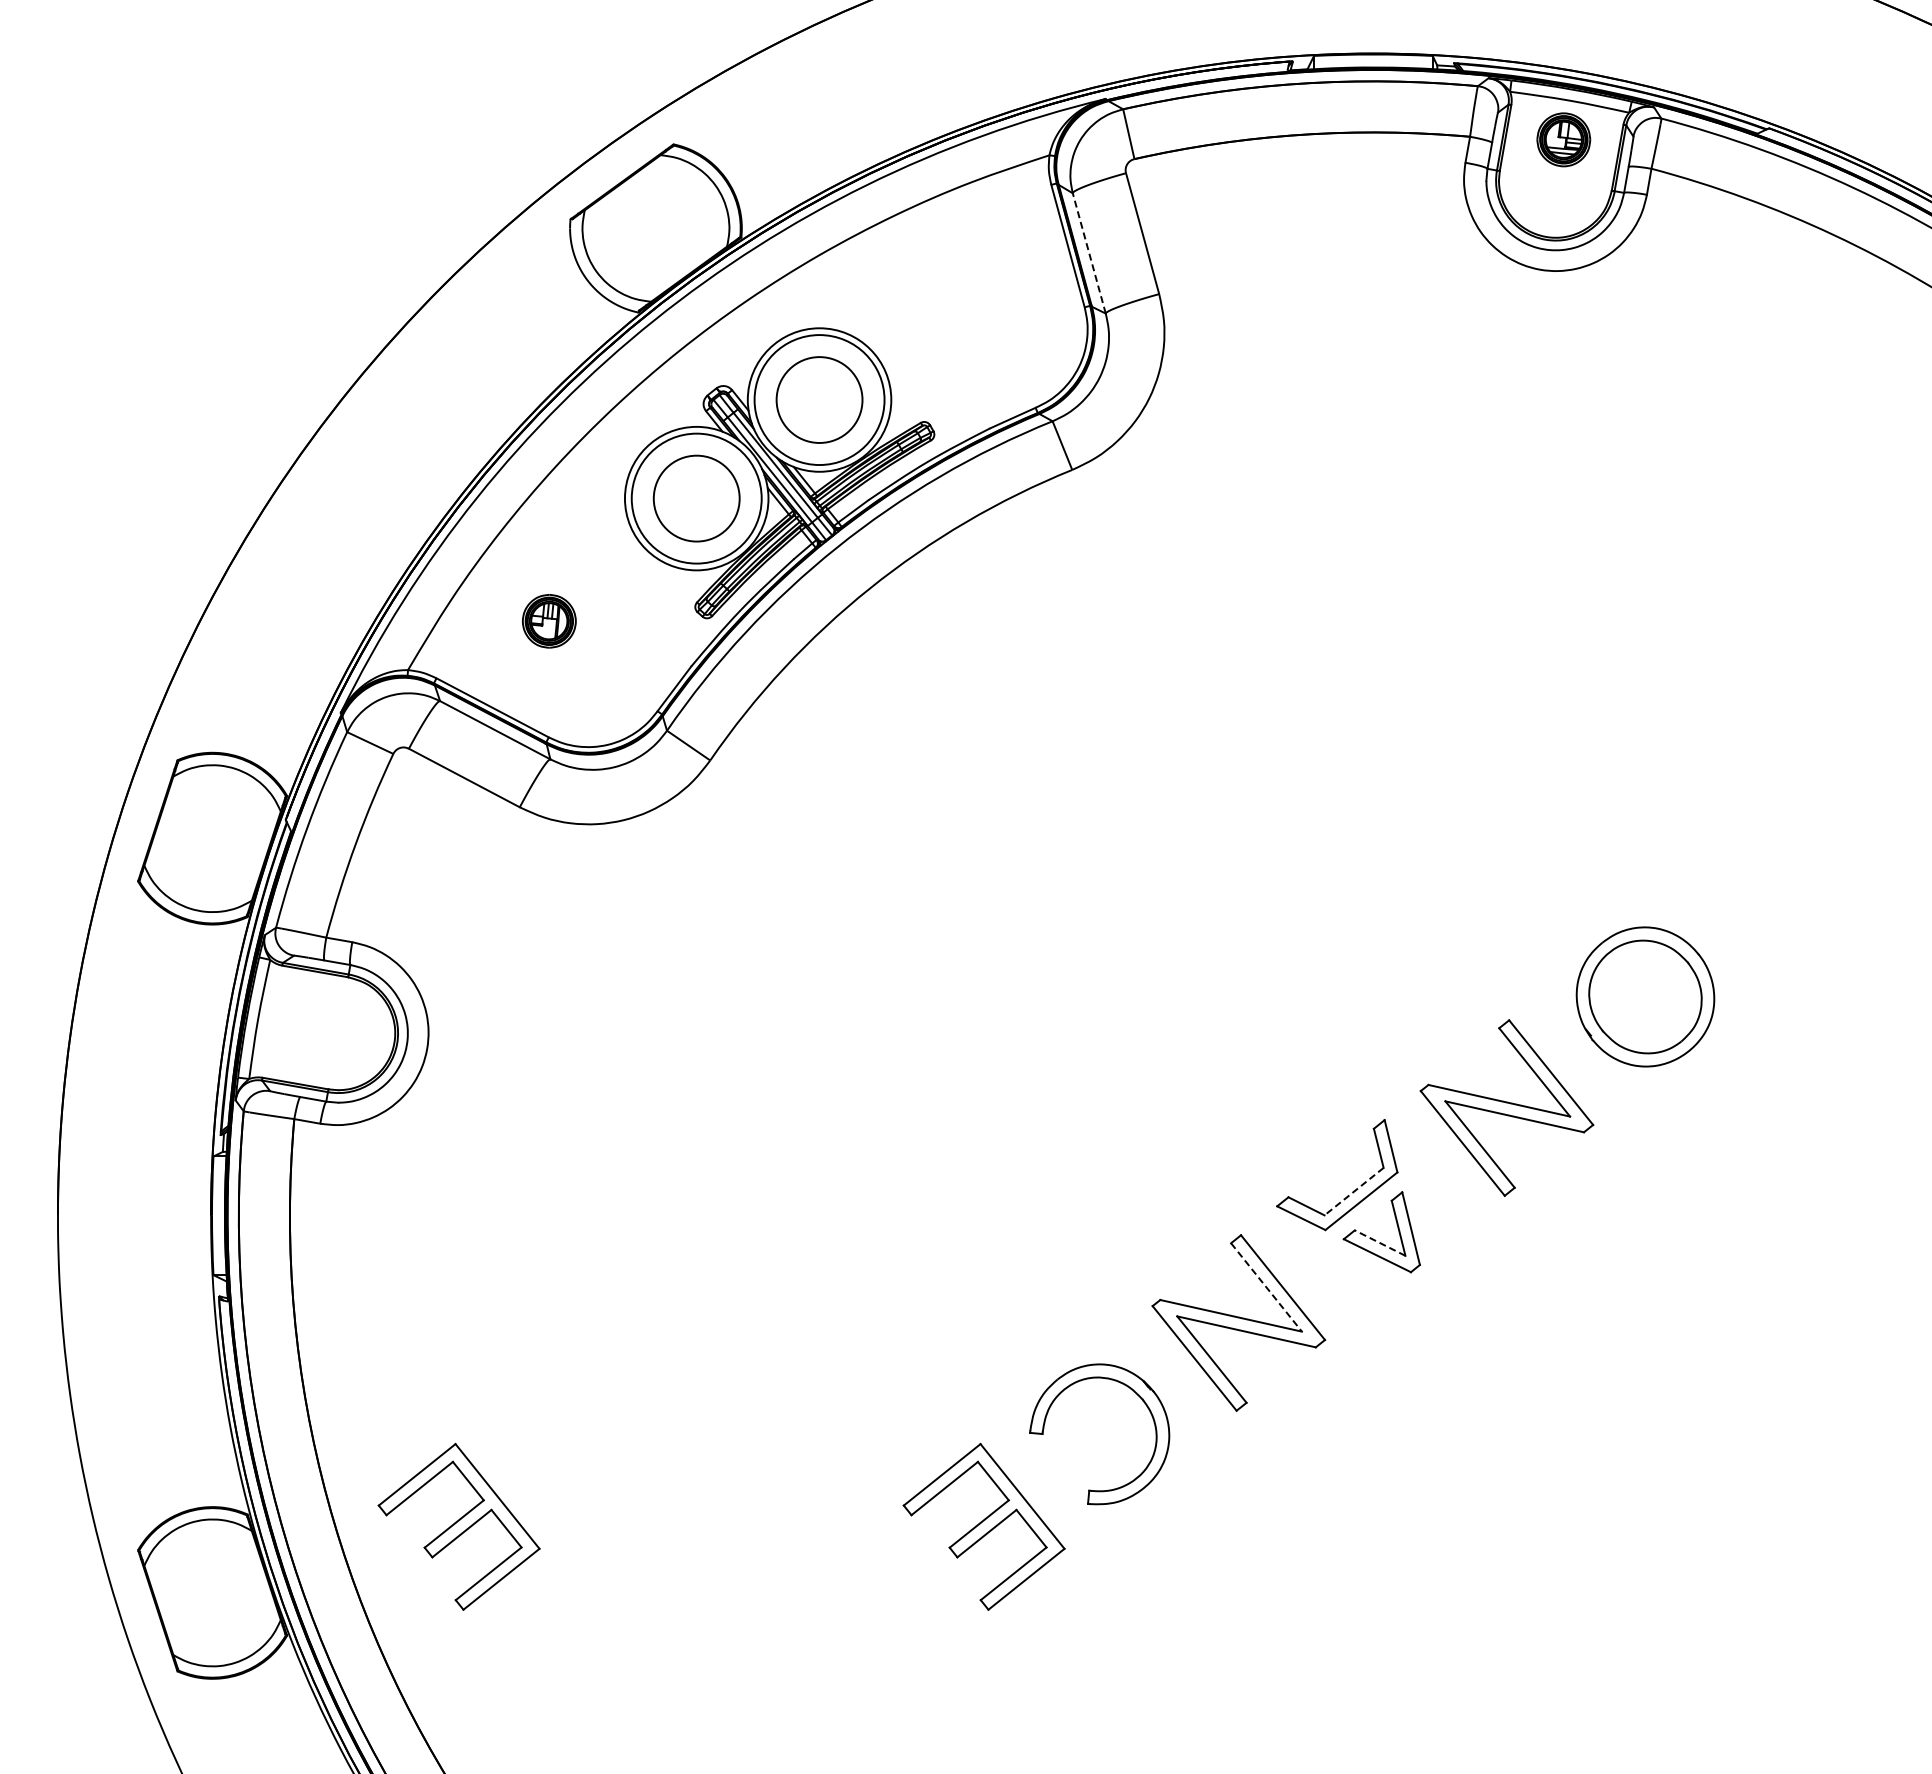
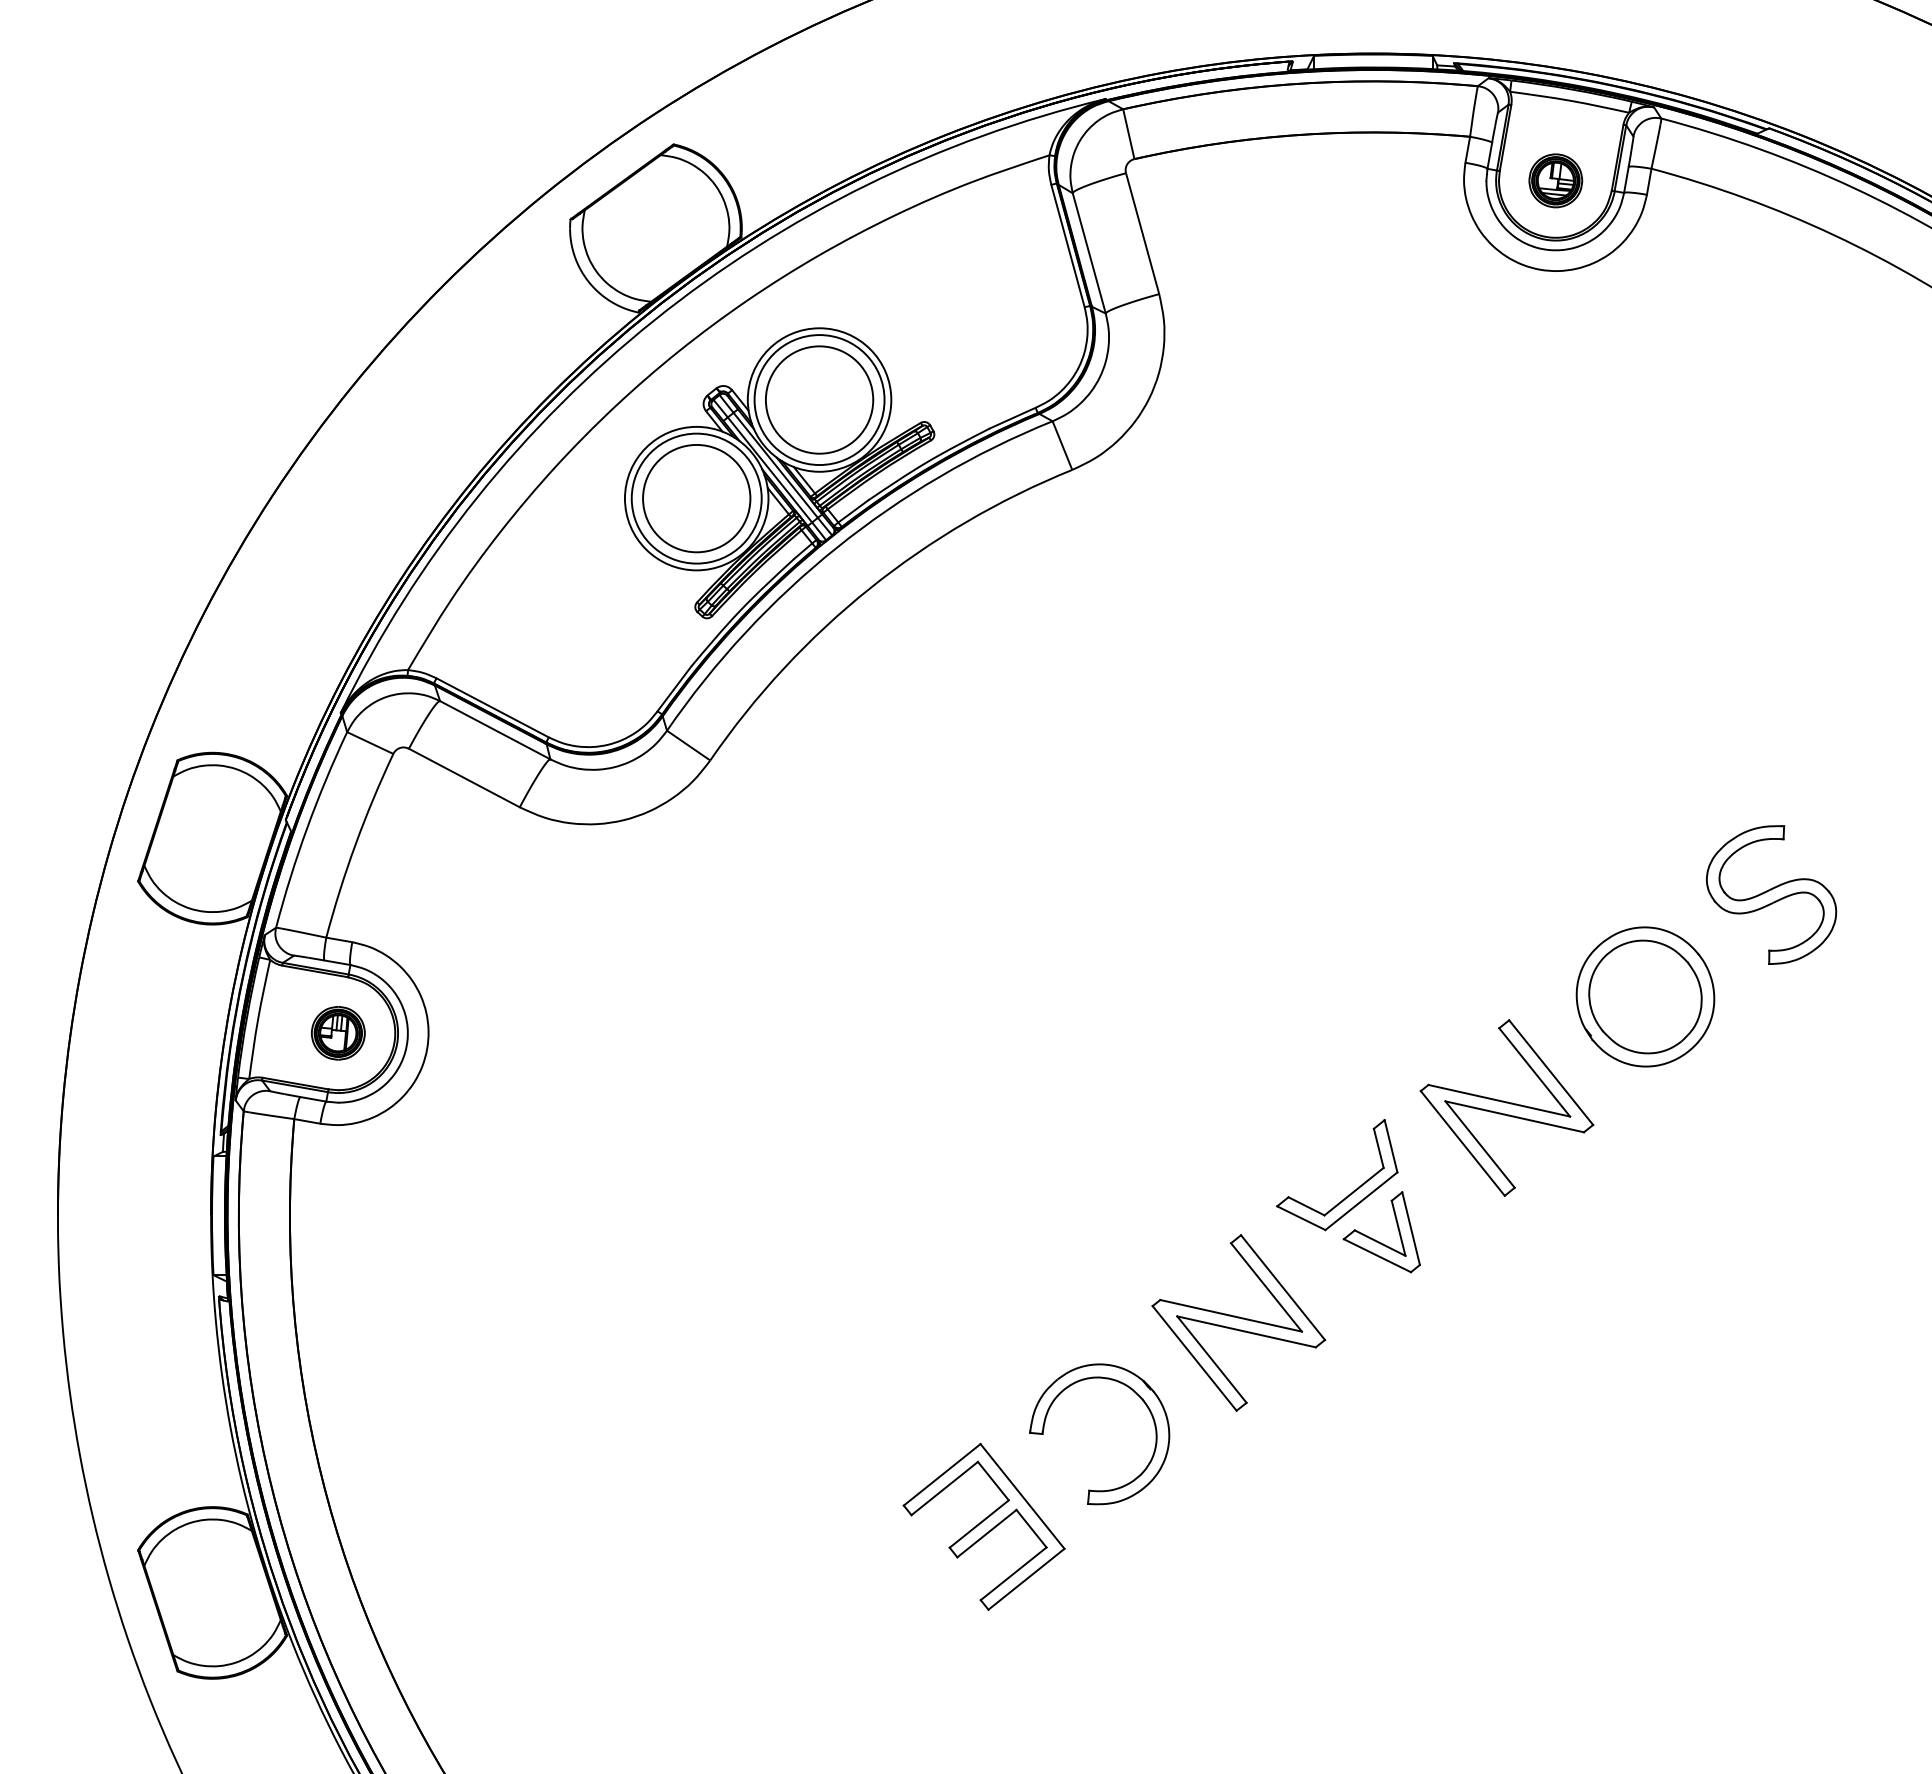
part at (1563, 139) position: (1563, 139) -> (1555, 180)
line at (1089, 252): dashed -> solid
circle at (819, 399) diameter: 86 px -> 107 px
circle at (696, 498) diameter: 86 px -> 107 px
part at (549, 621) position: (549, 621) -> (338, 1033)
part at (1771, 894): none -> present
line at (1354, 1191): dashed -> solid
line at (1379, 1242): dashed -> solid
line at (1266, 1287): dashed -> solid
part at (458, 1526): present -> none
